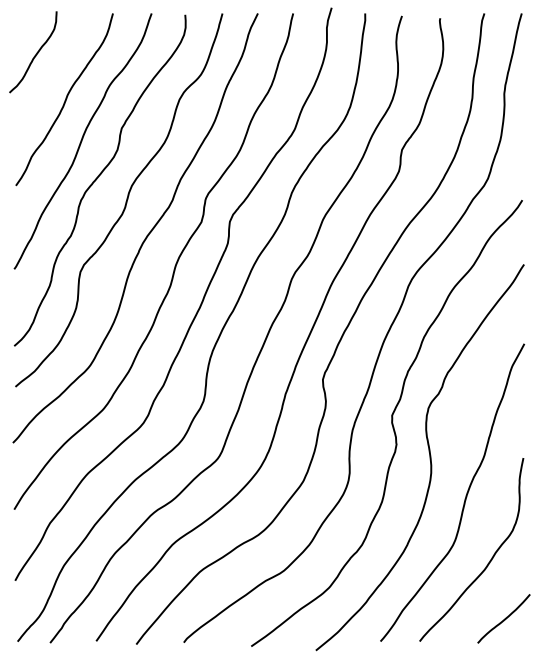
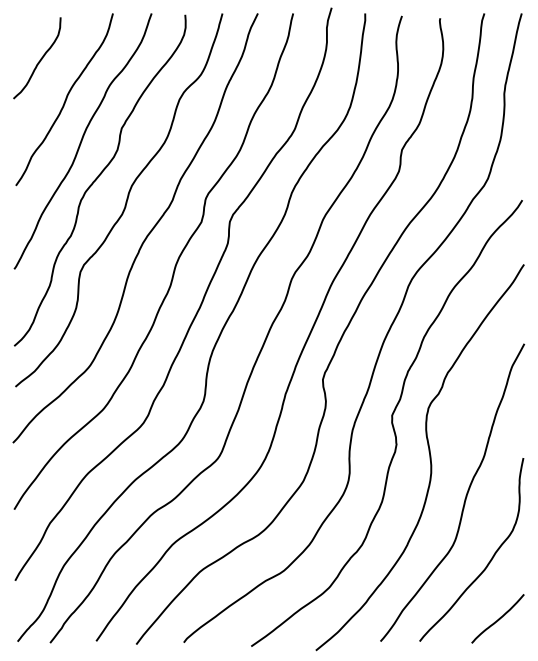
curve at (35, 54) position: (35, 54) -> (39, 60)
curve at (504, 618) position: (504, 618) -> (498, 618)
